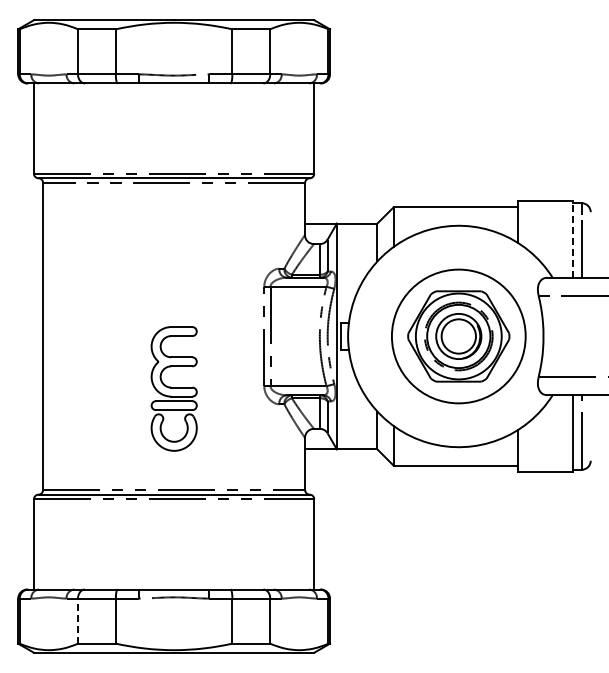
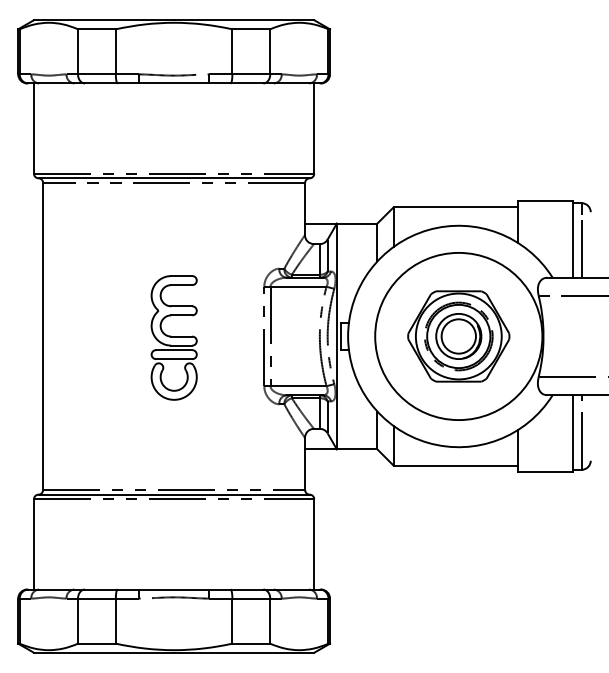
line at (572, 238): dashed -> solid
circle at (458, 336) diameter: 134 px -> 167 px
part at (173, 388) position: (173, 388) -> (173, 337)
line at (78, 621): dashed -> solid
